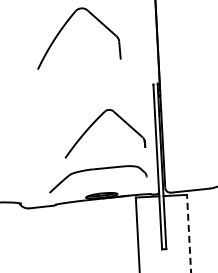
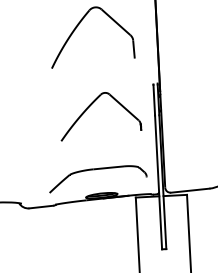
part at (63, 28) position: (63, 28) -> (77, 27)
part at (95, 122) position: (95, 122) -> (91, 105)
line at (189, 233): dashed -> solid
